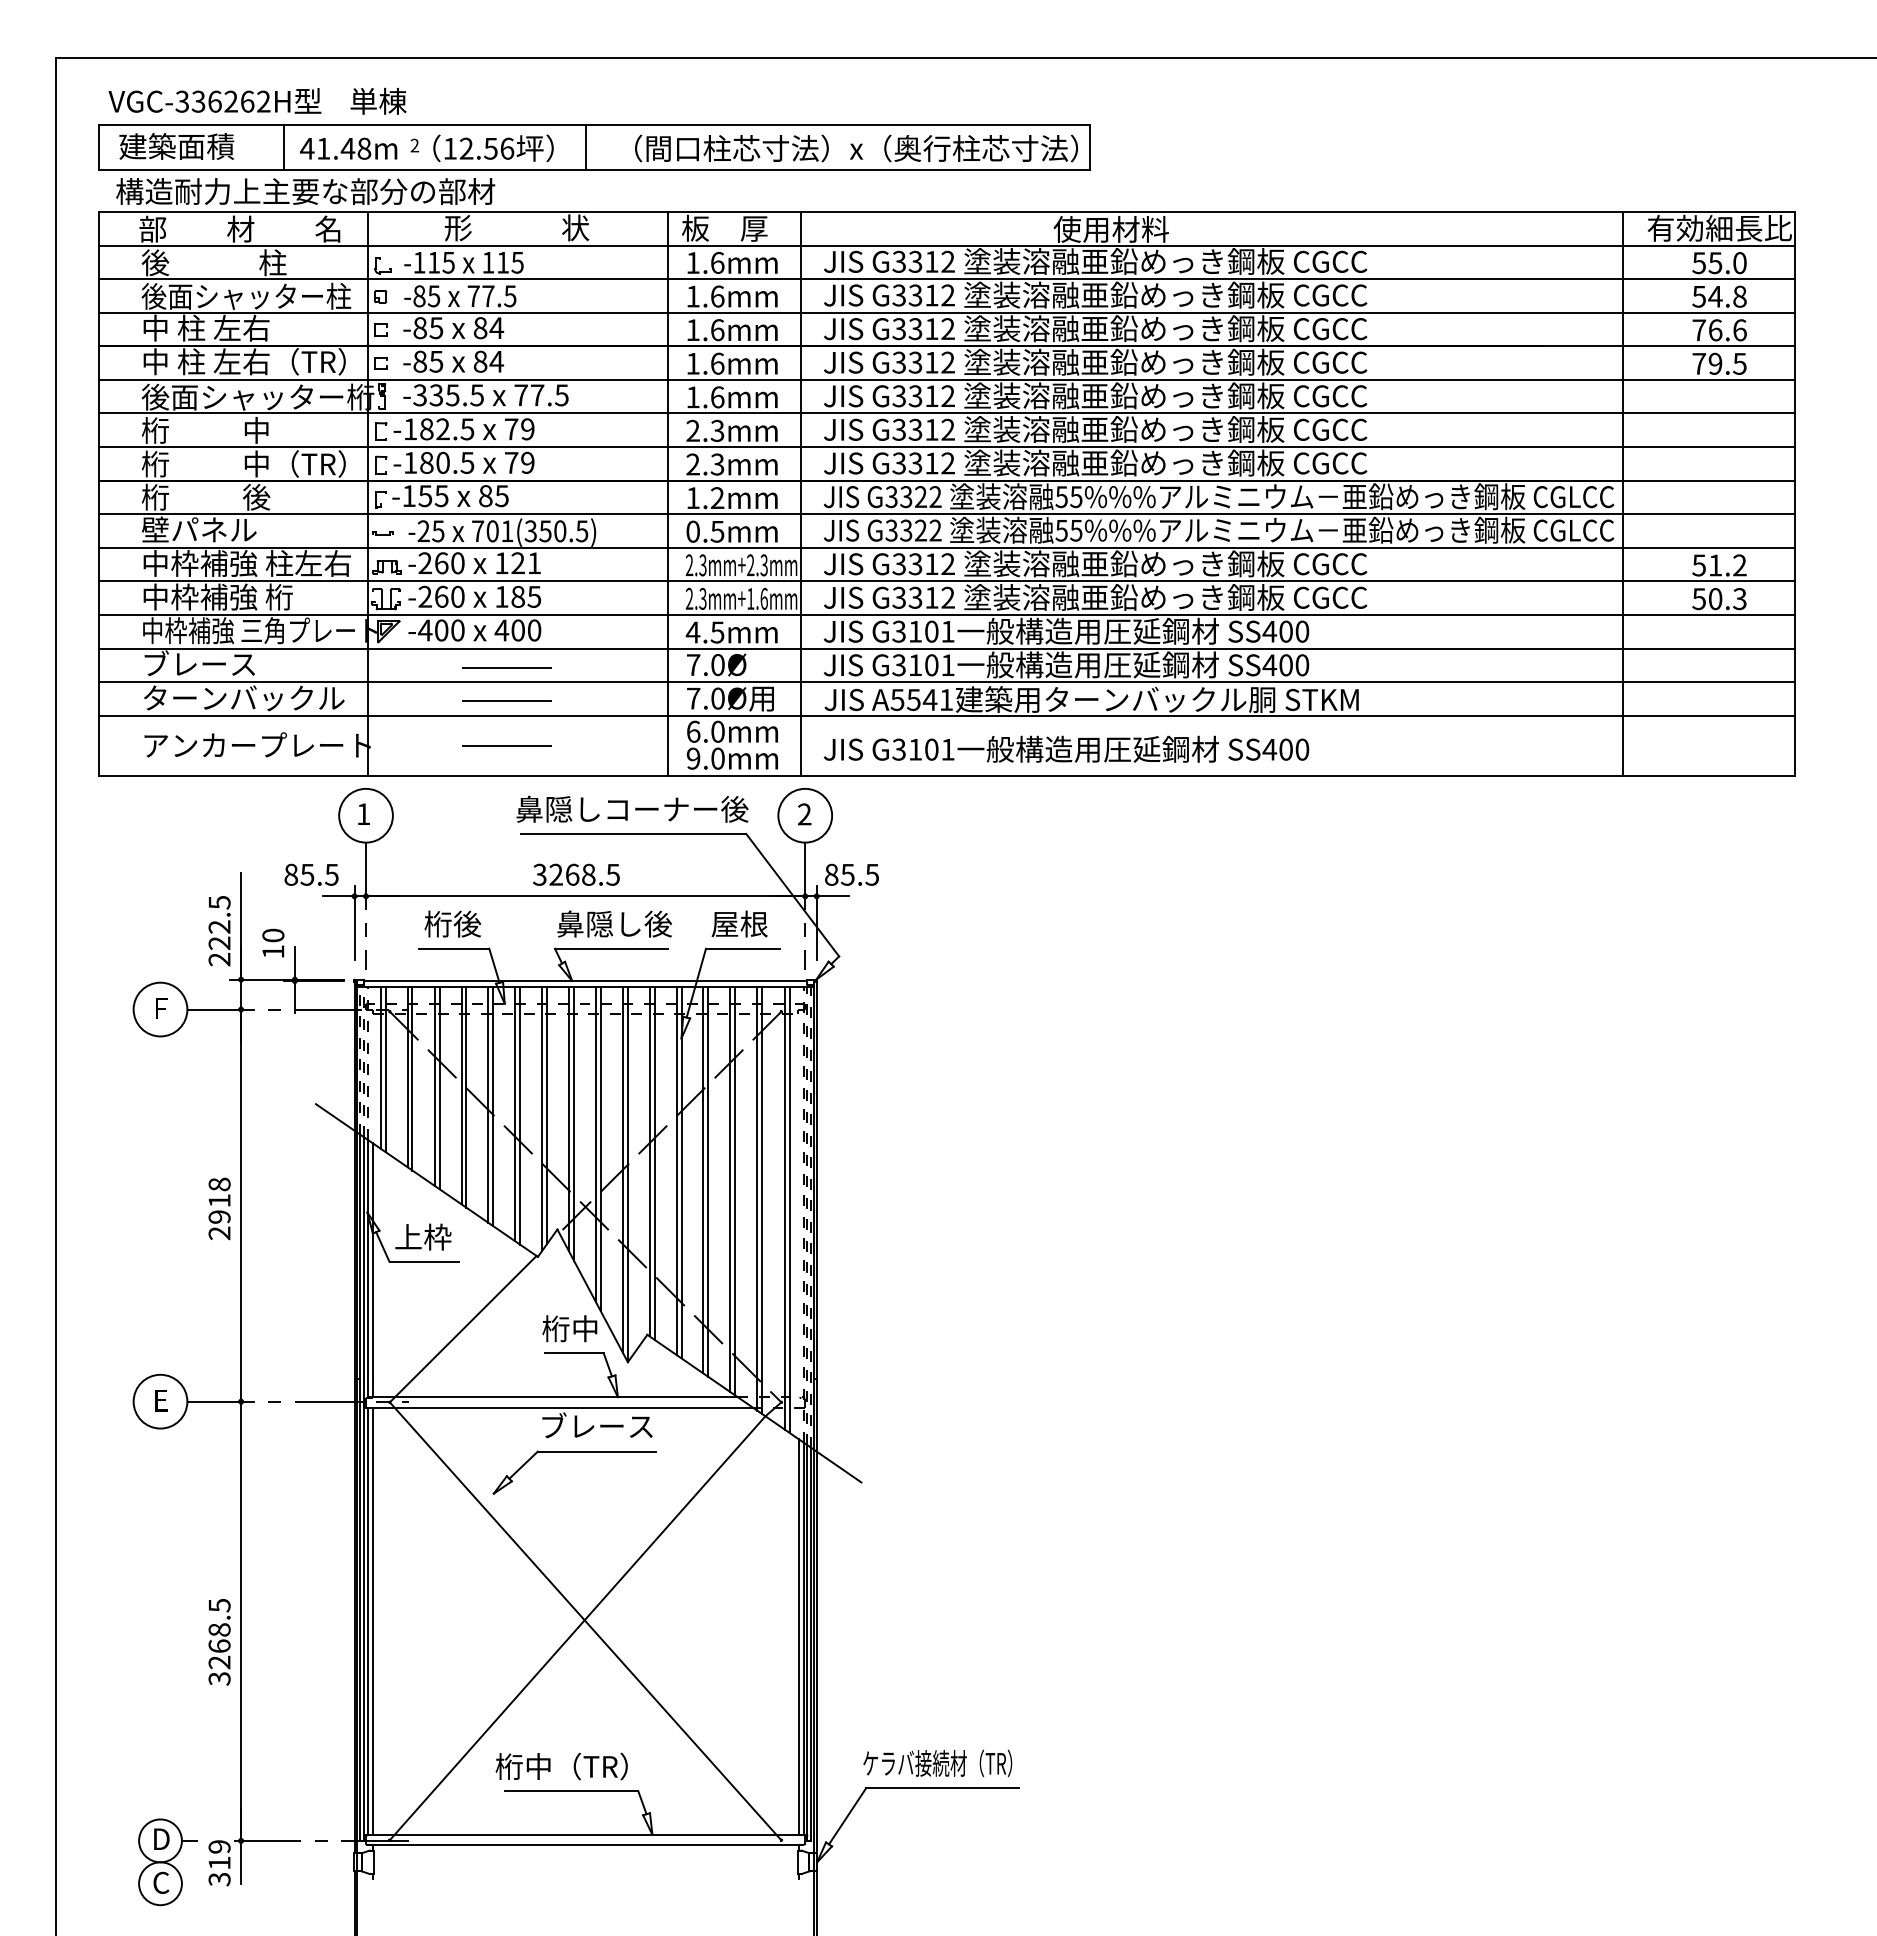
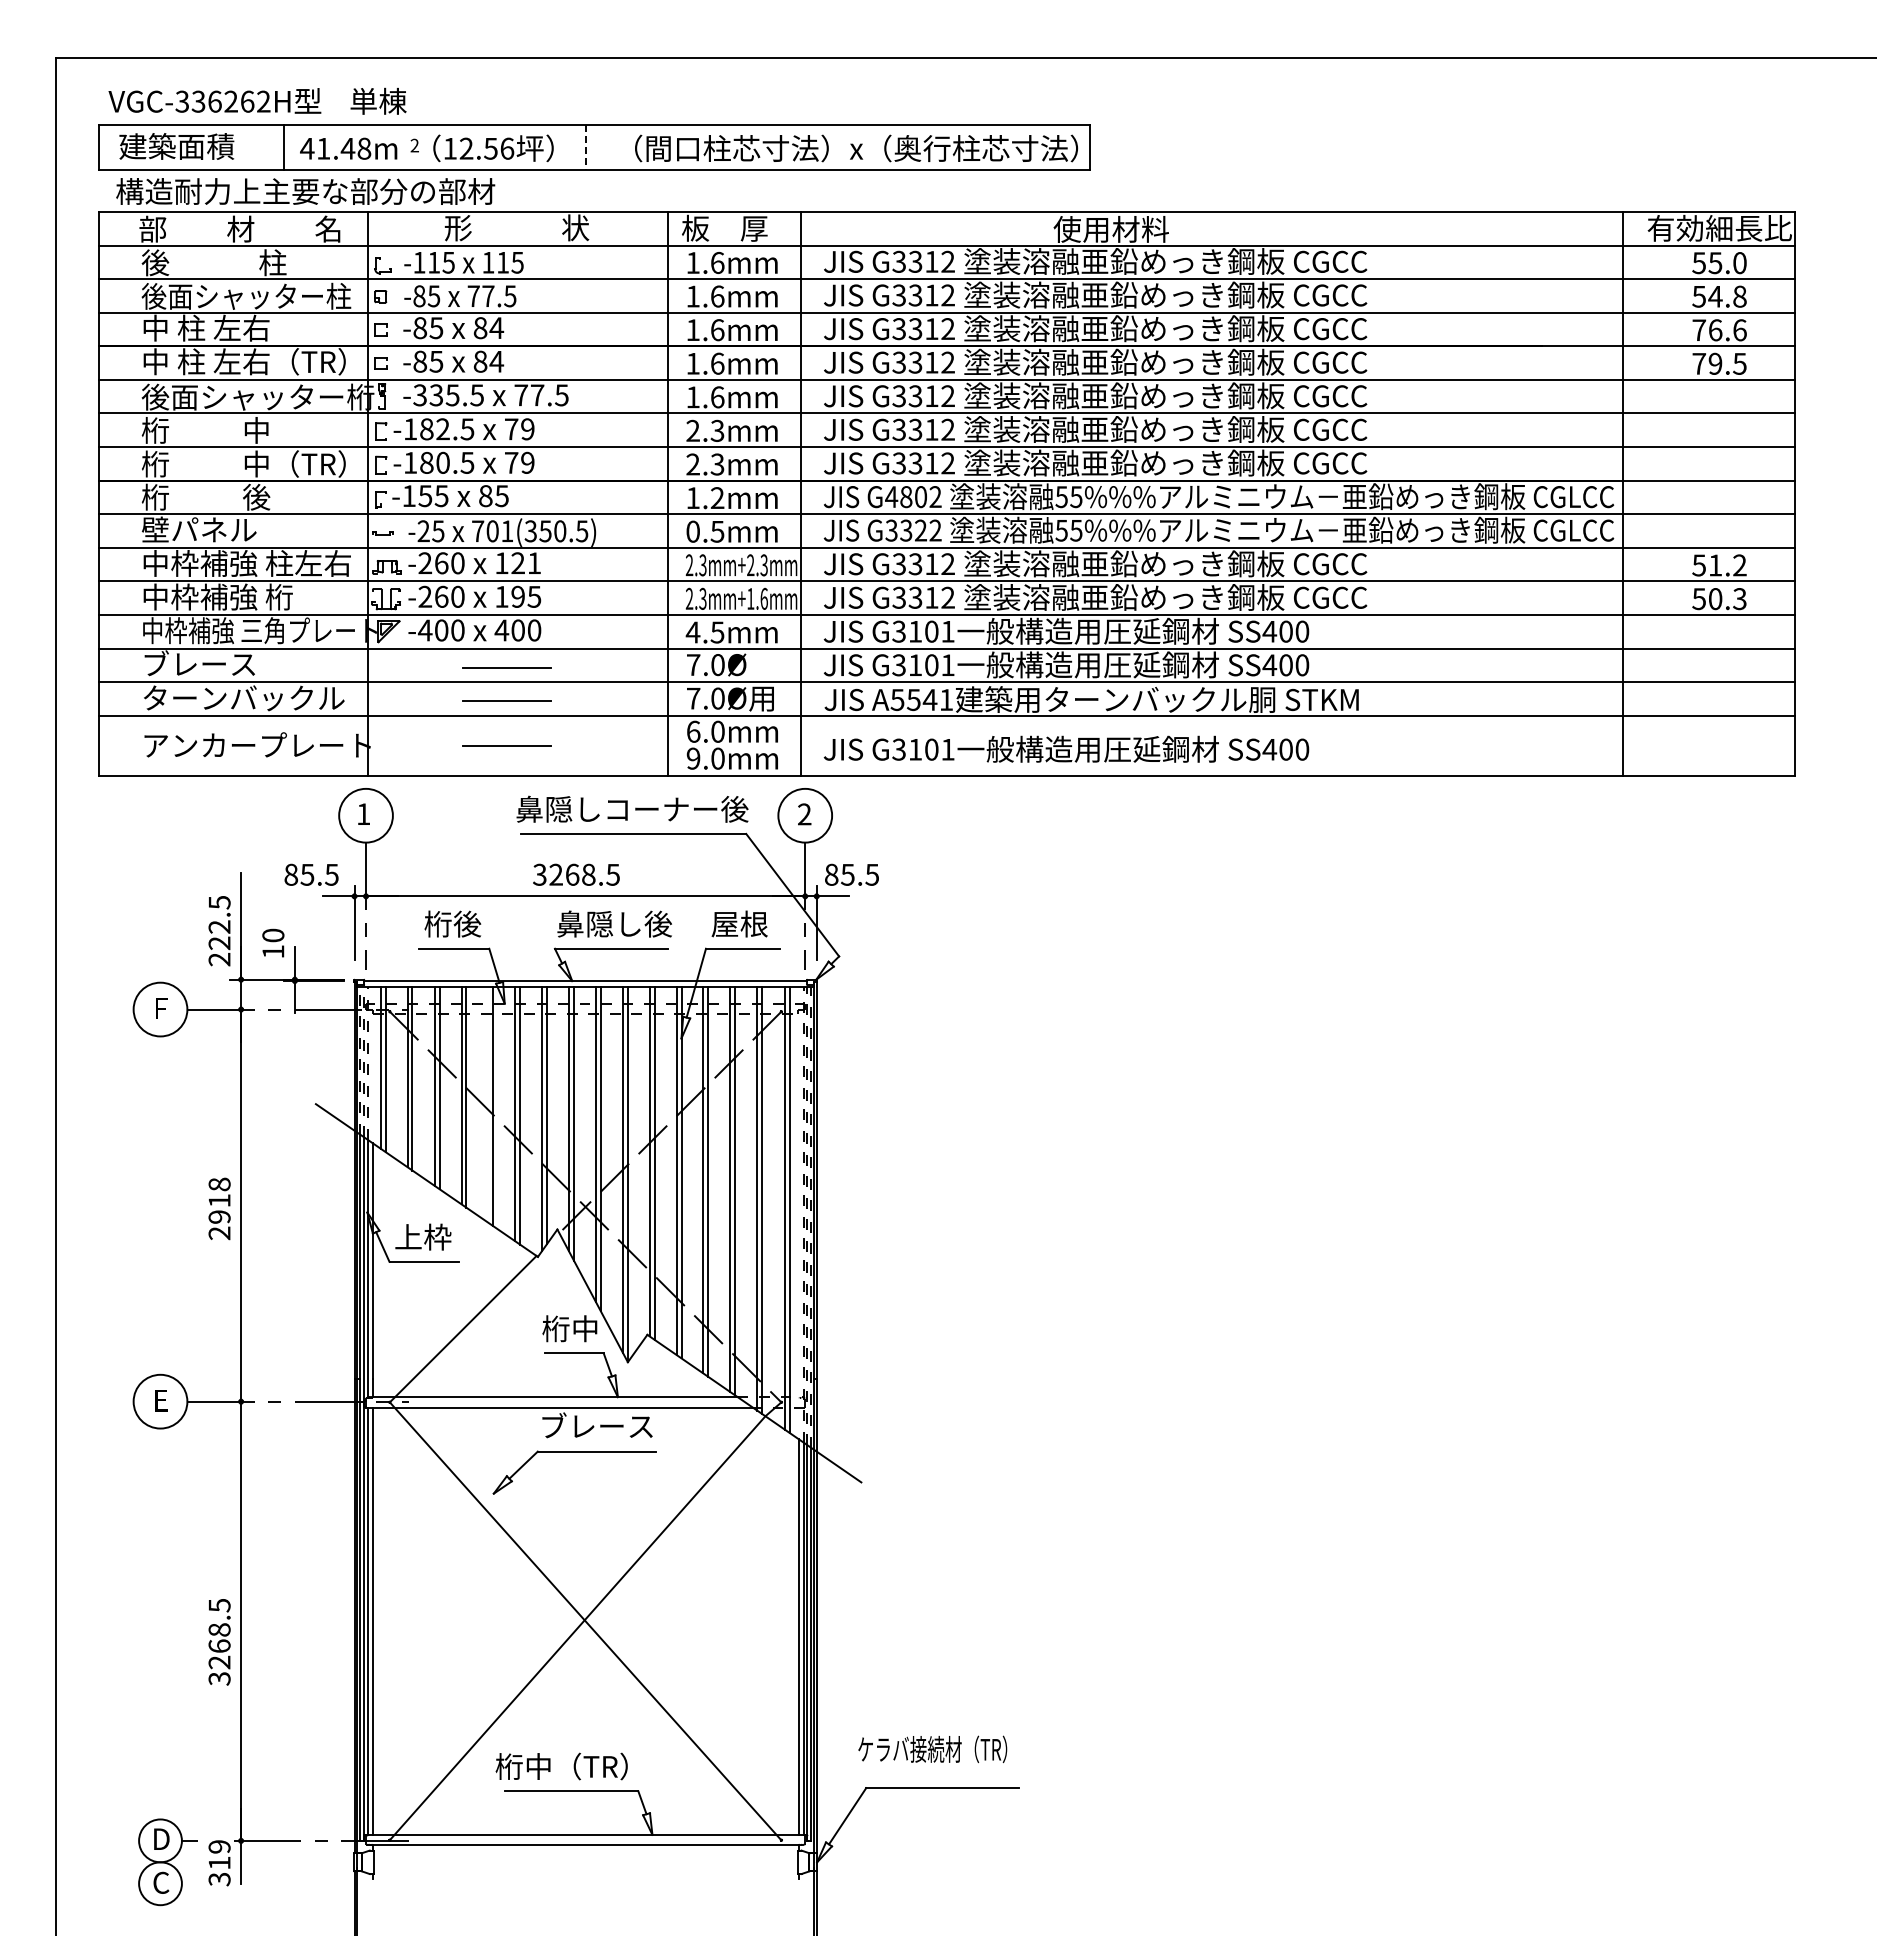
line at (585, 147): solid -> dashed
text at (905, 497): G3322 -> G4802
text at (517, 596): 185 -> 195
line at (488, 1104): present -> none
text at (937, 1763) position: (937, 1763) -> (932, 1749)
